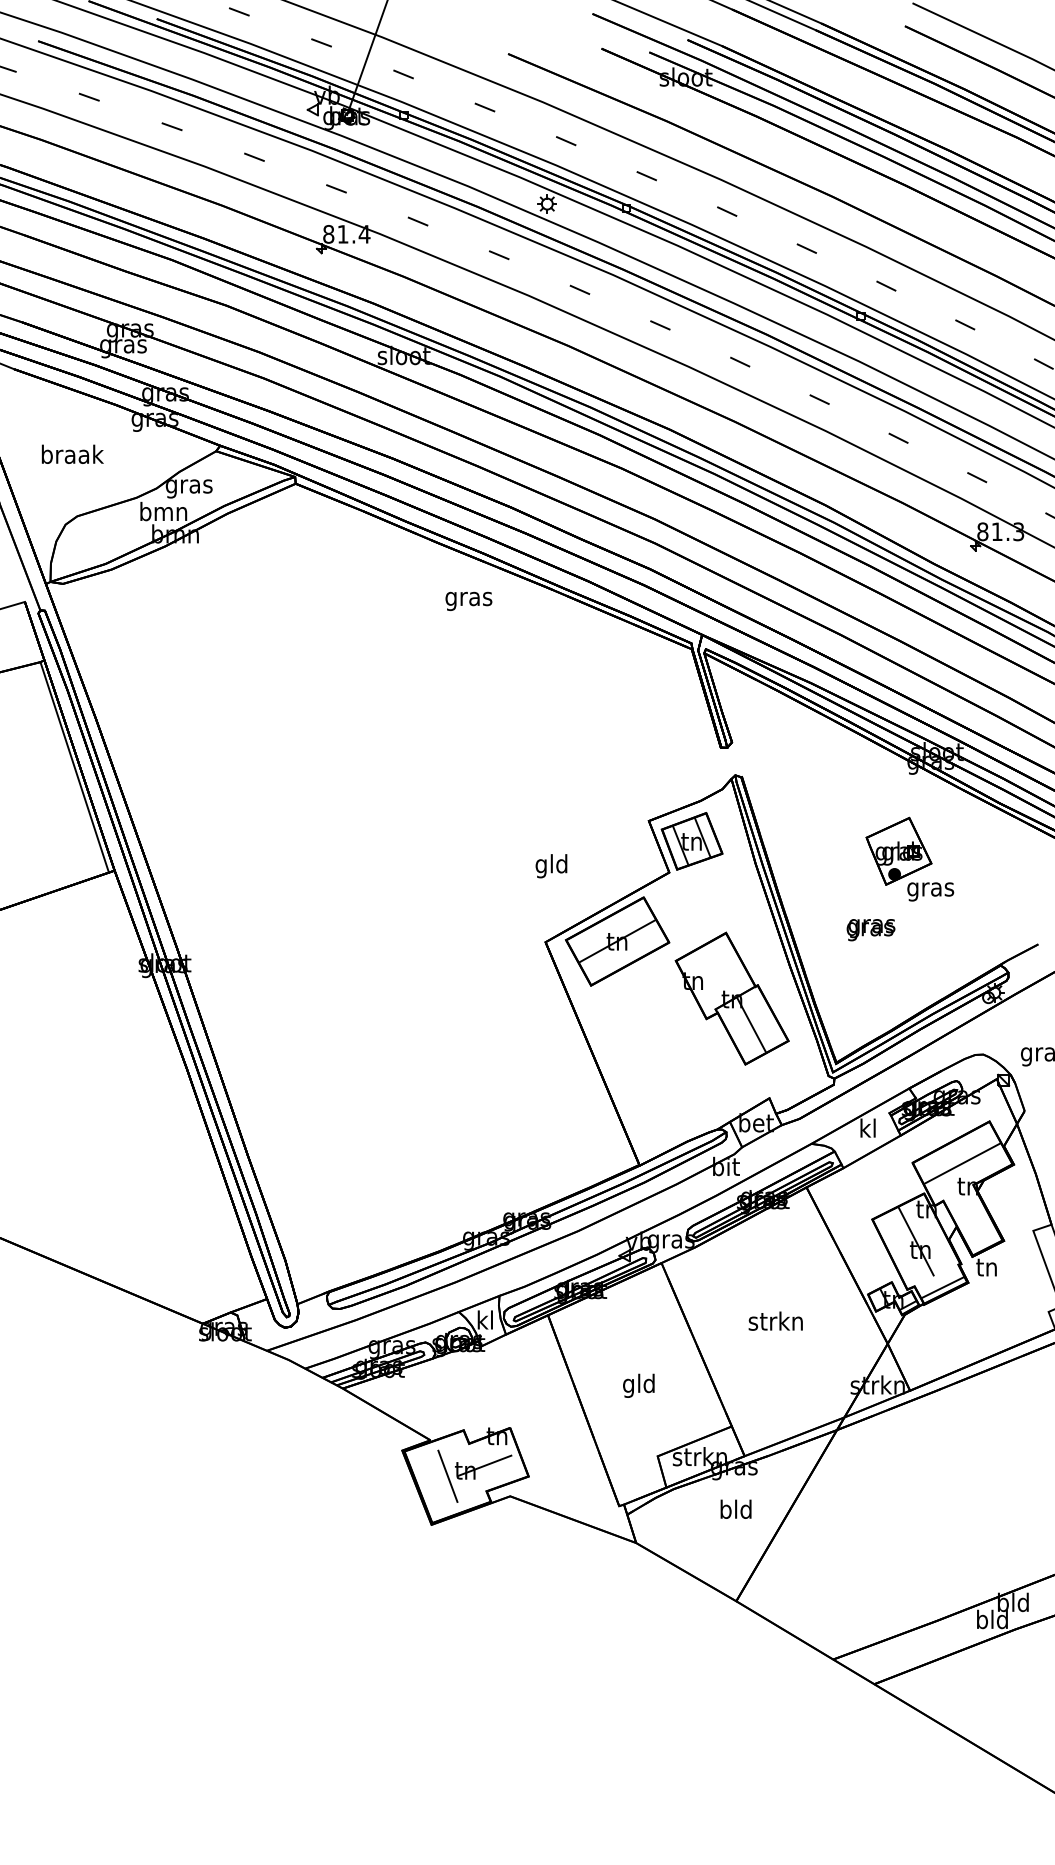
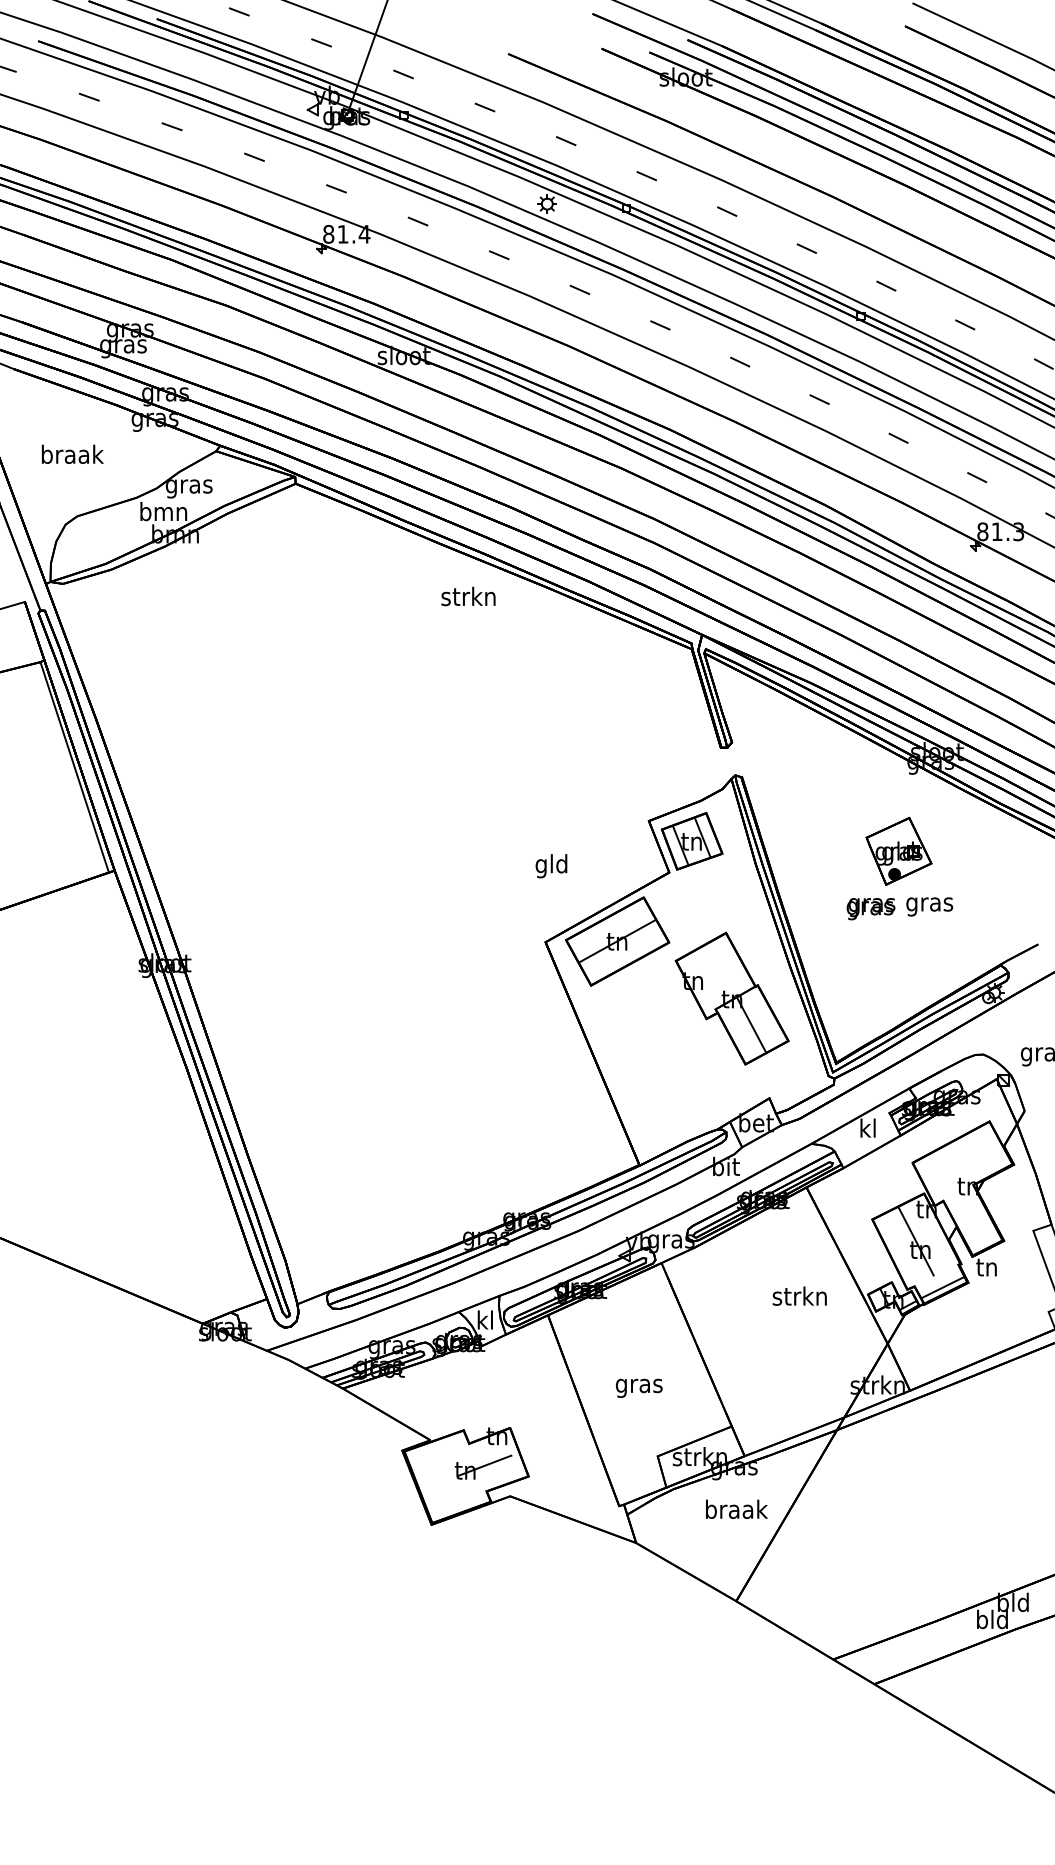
text at (468, 598): gras -> strkn
text at (930, 891) position: (930, 891) -> (929, 906)
text at (870, 930) position: (870, 930) -> (870, 909)
line at (962, 1163): present -> none
text at (775, 1320) position: (775, 1320) -> (799, 1295)
text at (638, 1385): gld -> gras
line at (447, 1475): present -> none
text at (736, 1508): bld -> braak
